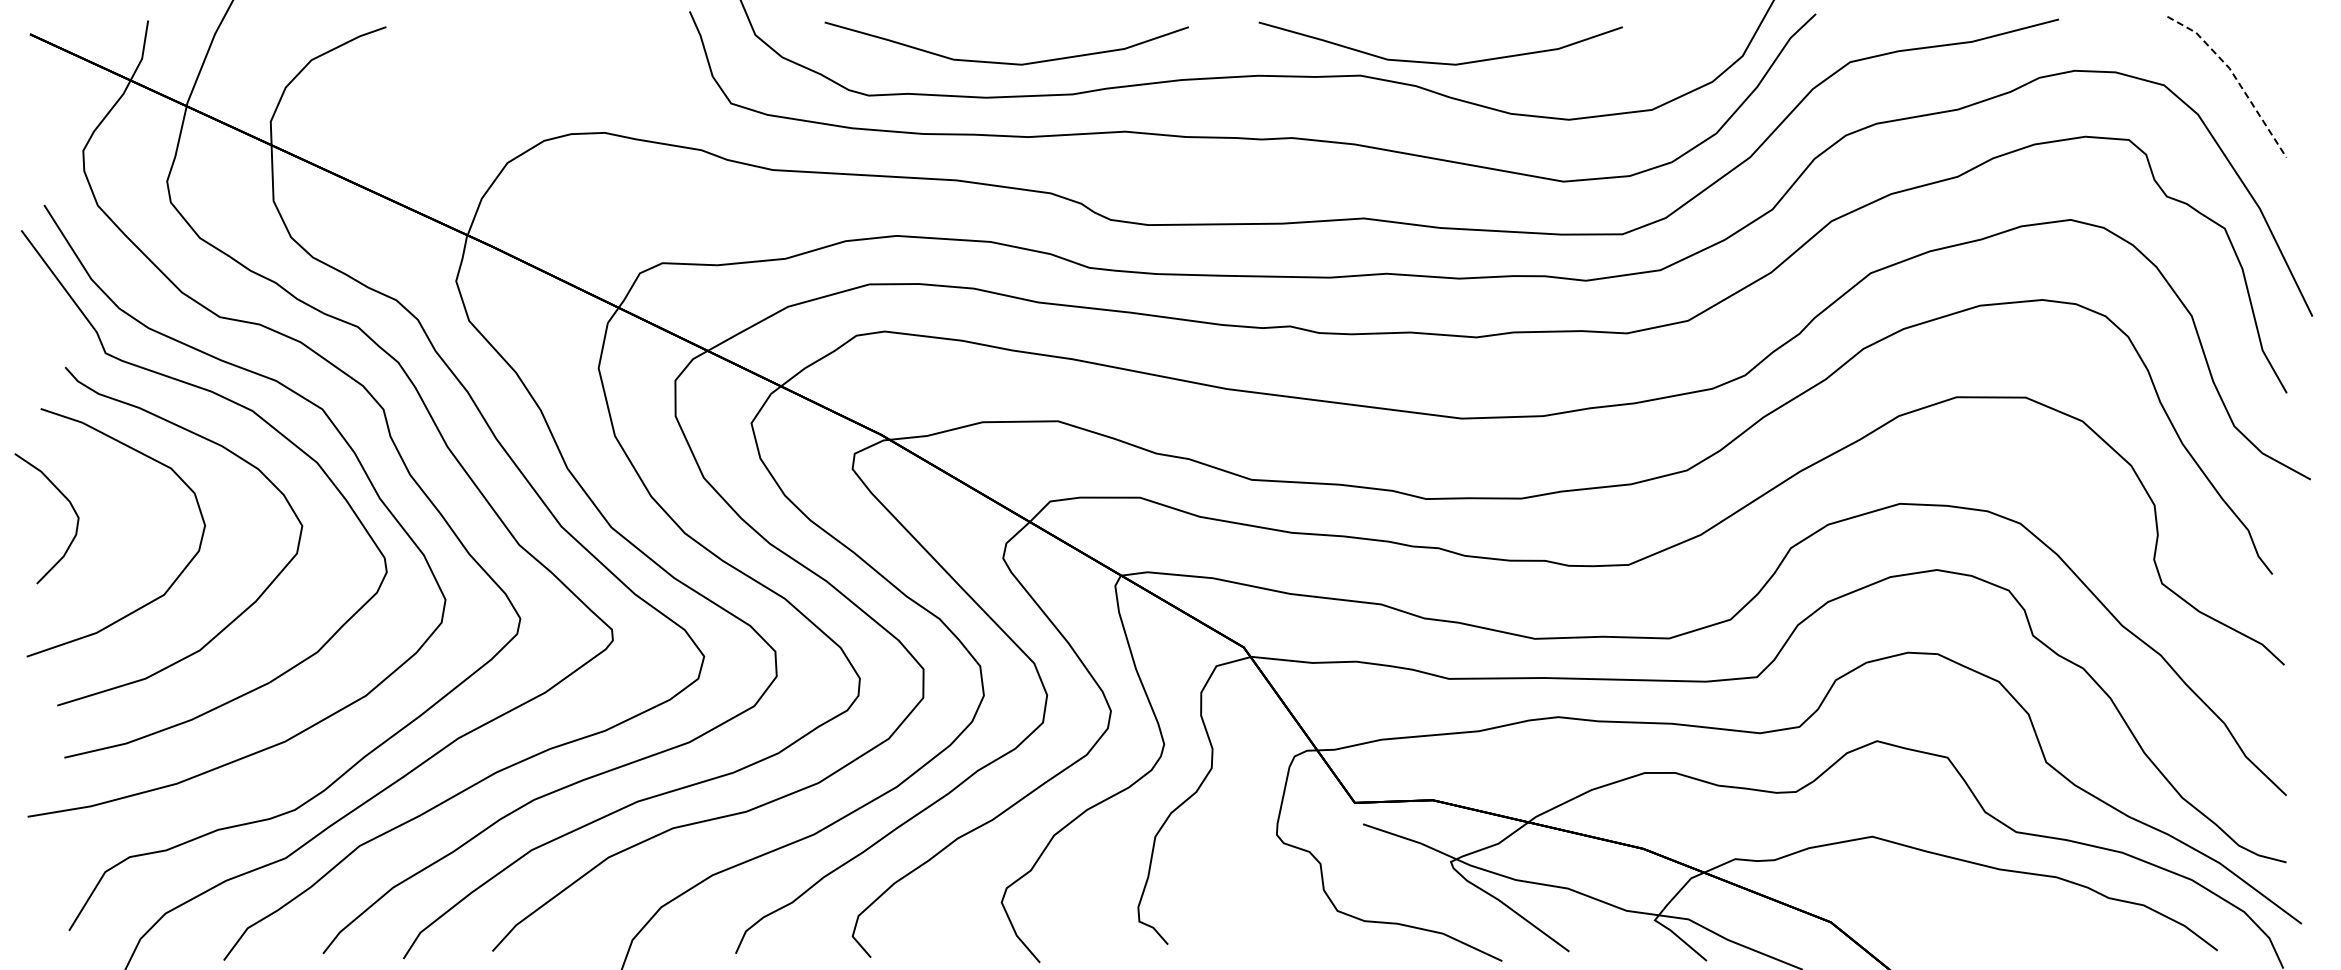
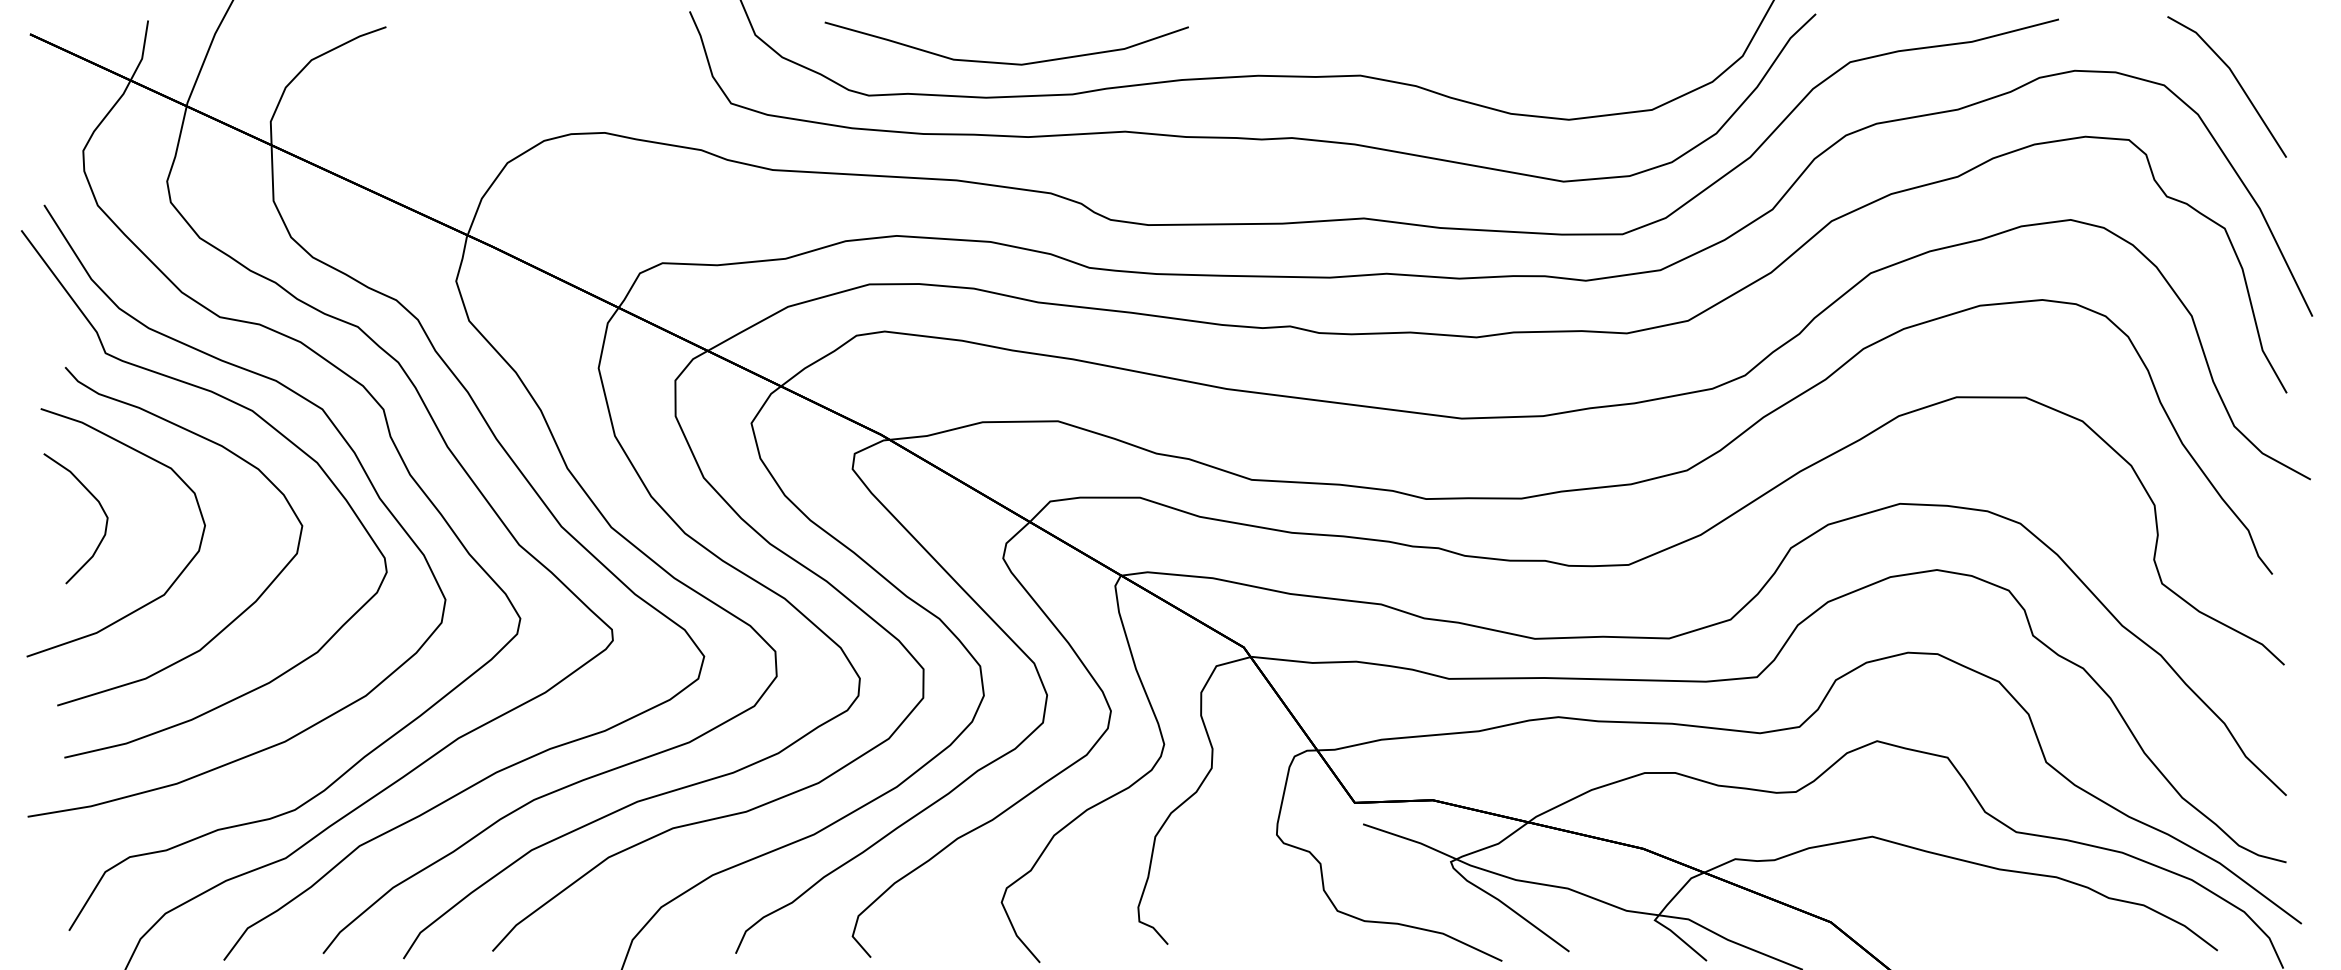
curve at (1440, 62): present -> none
line at (2235, 78): dashed -> solid
curve at (70, 505) position: (70, 505) -> (99, 505)
